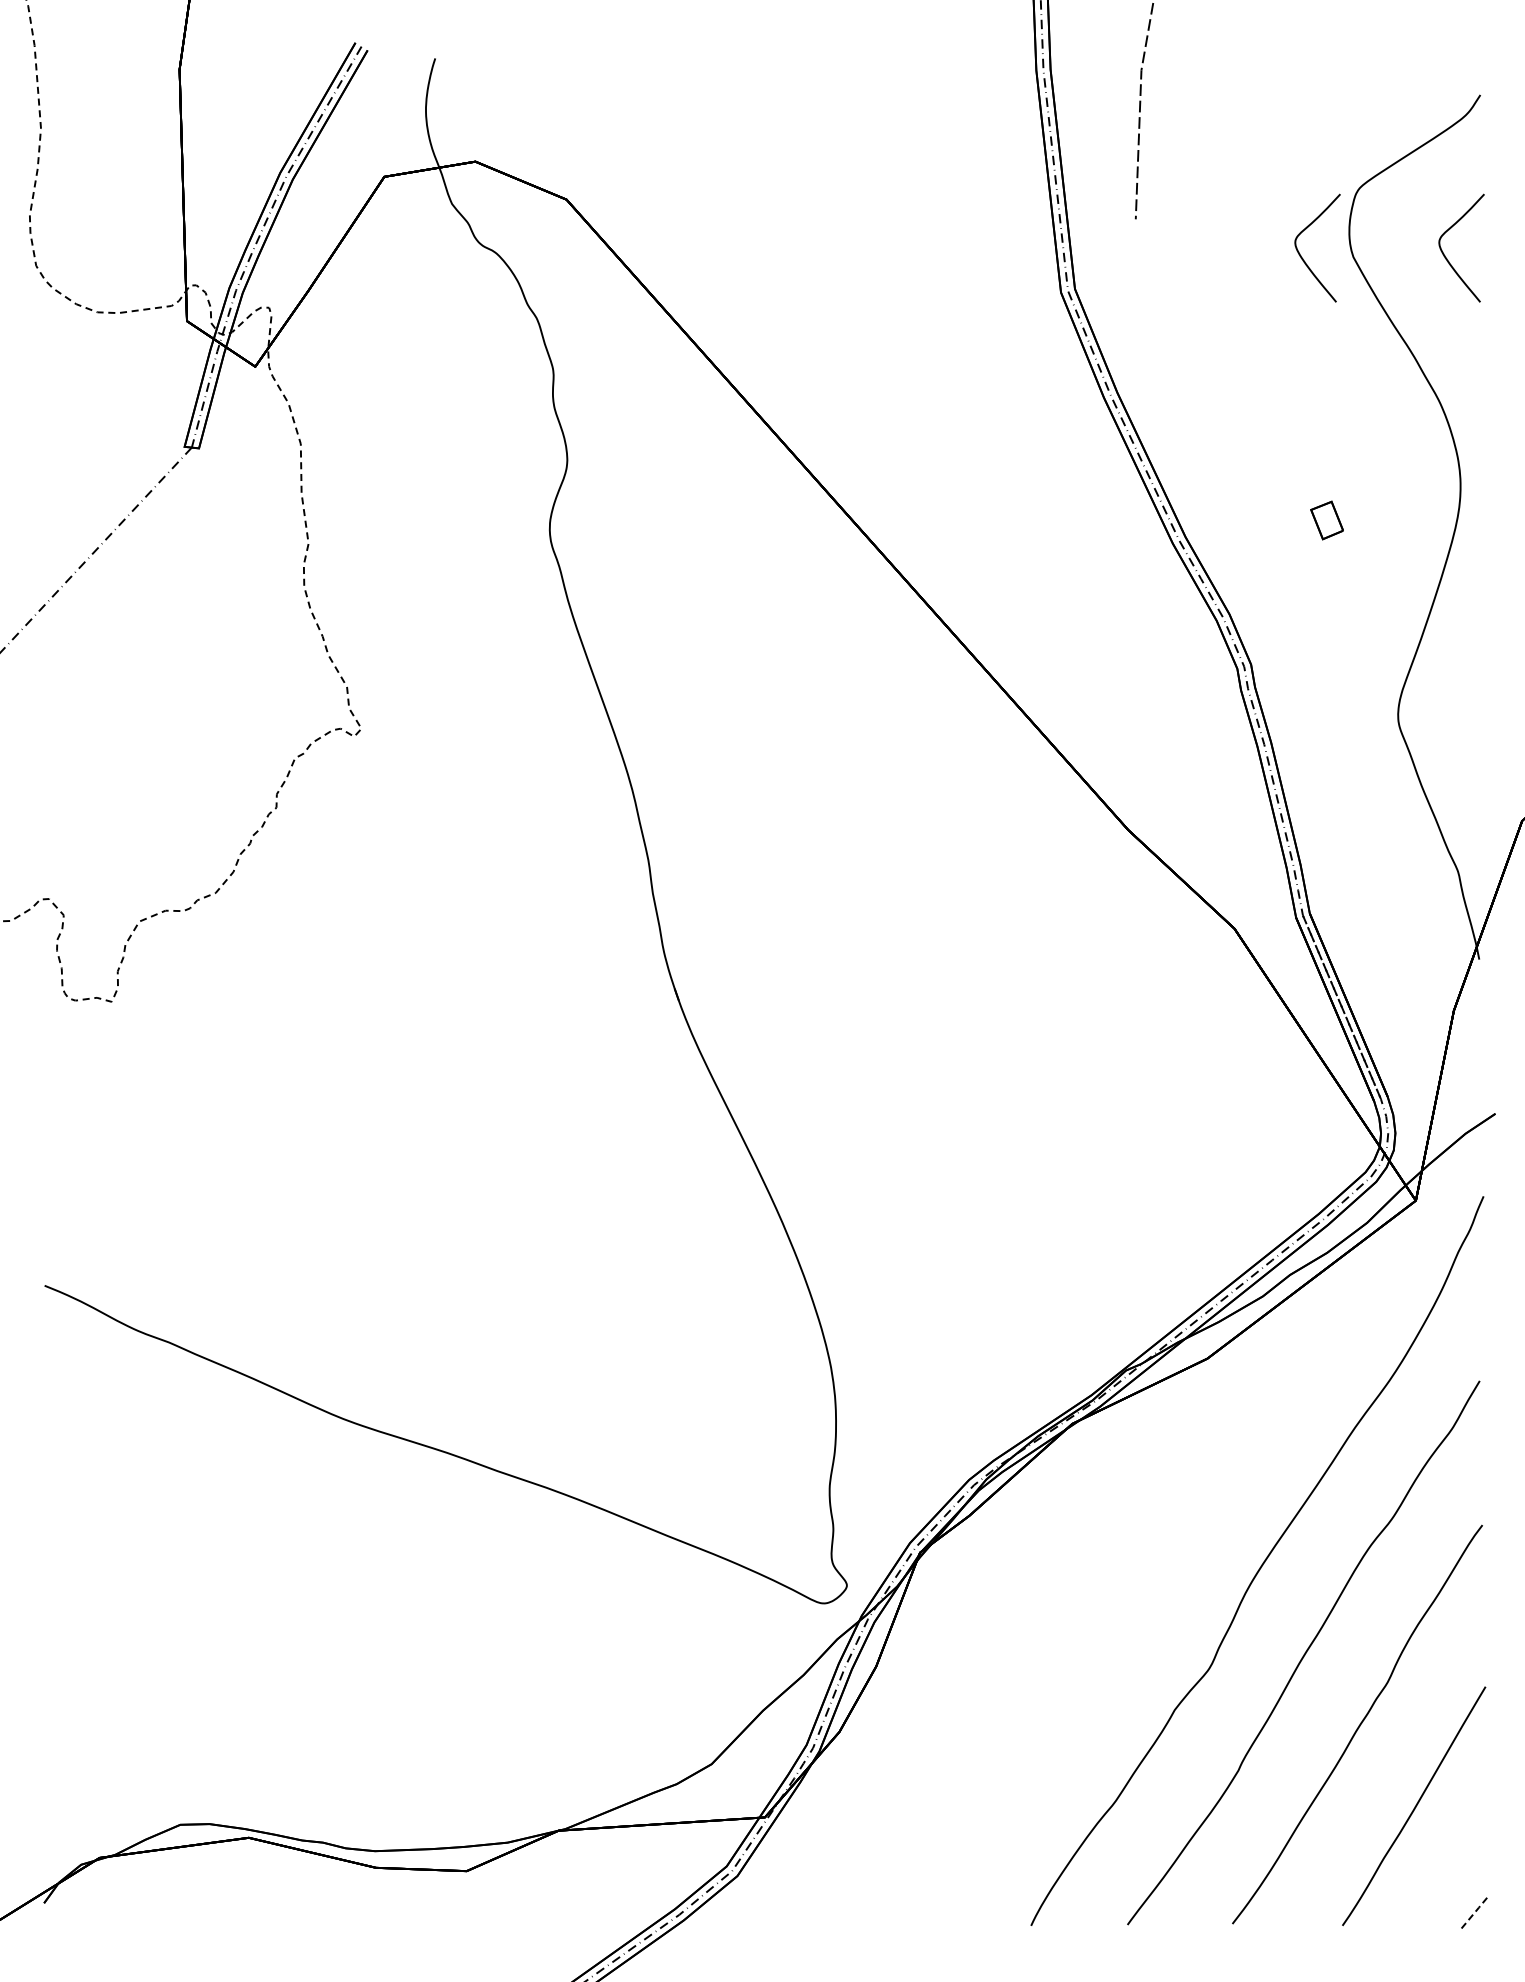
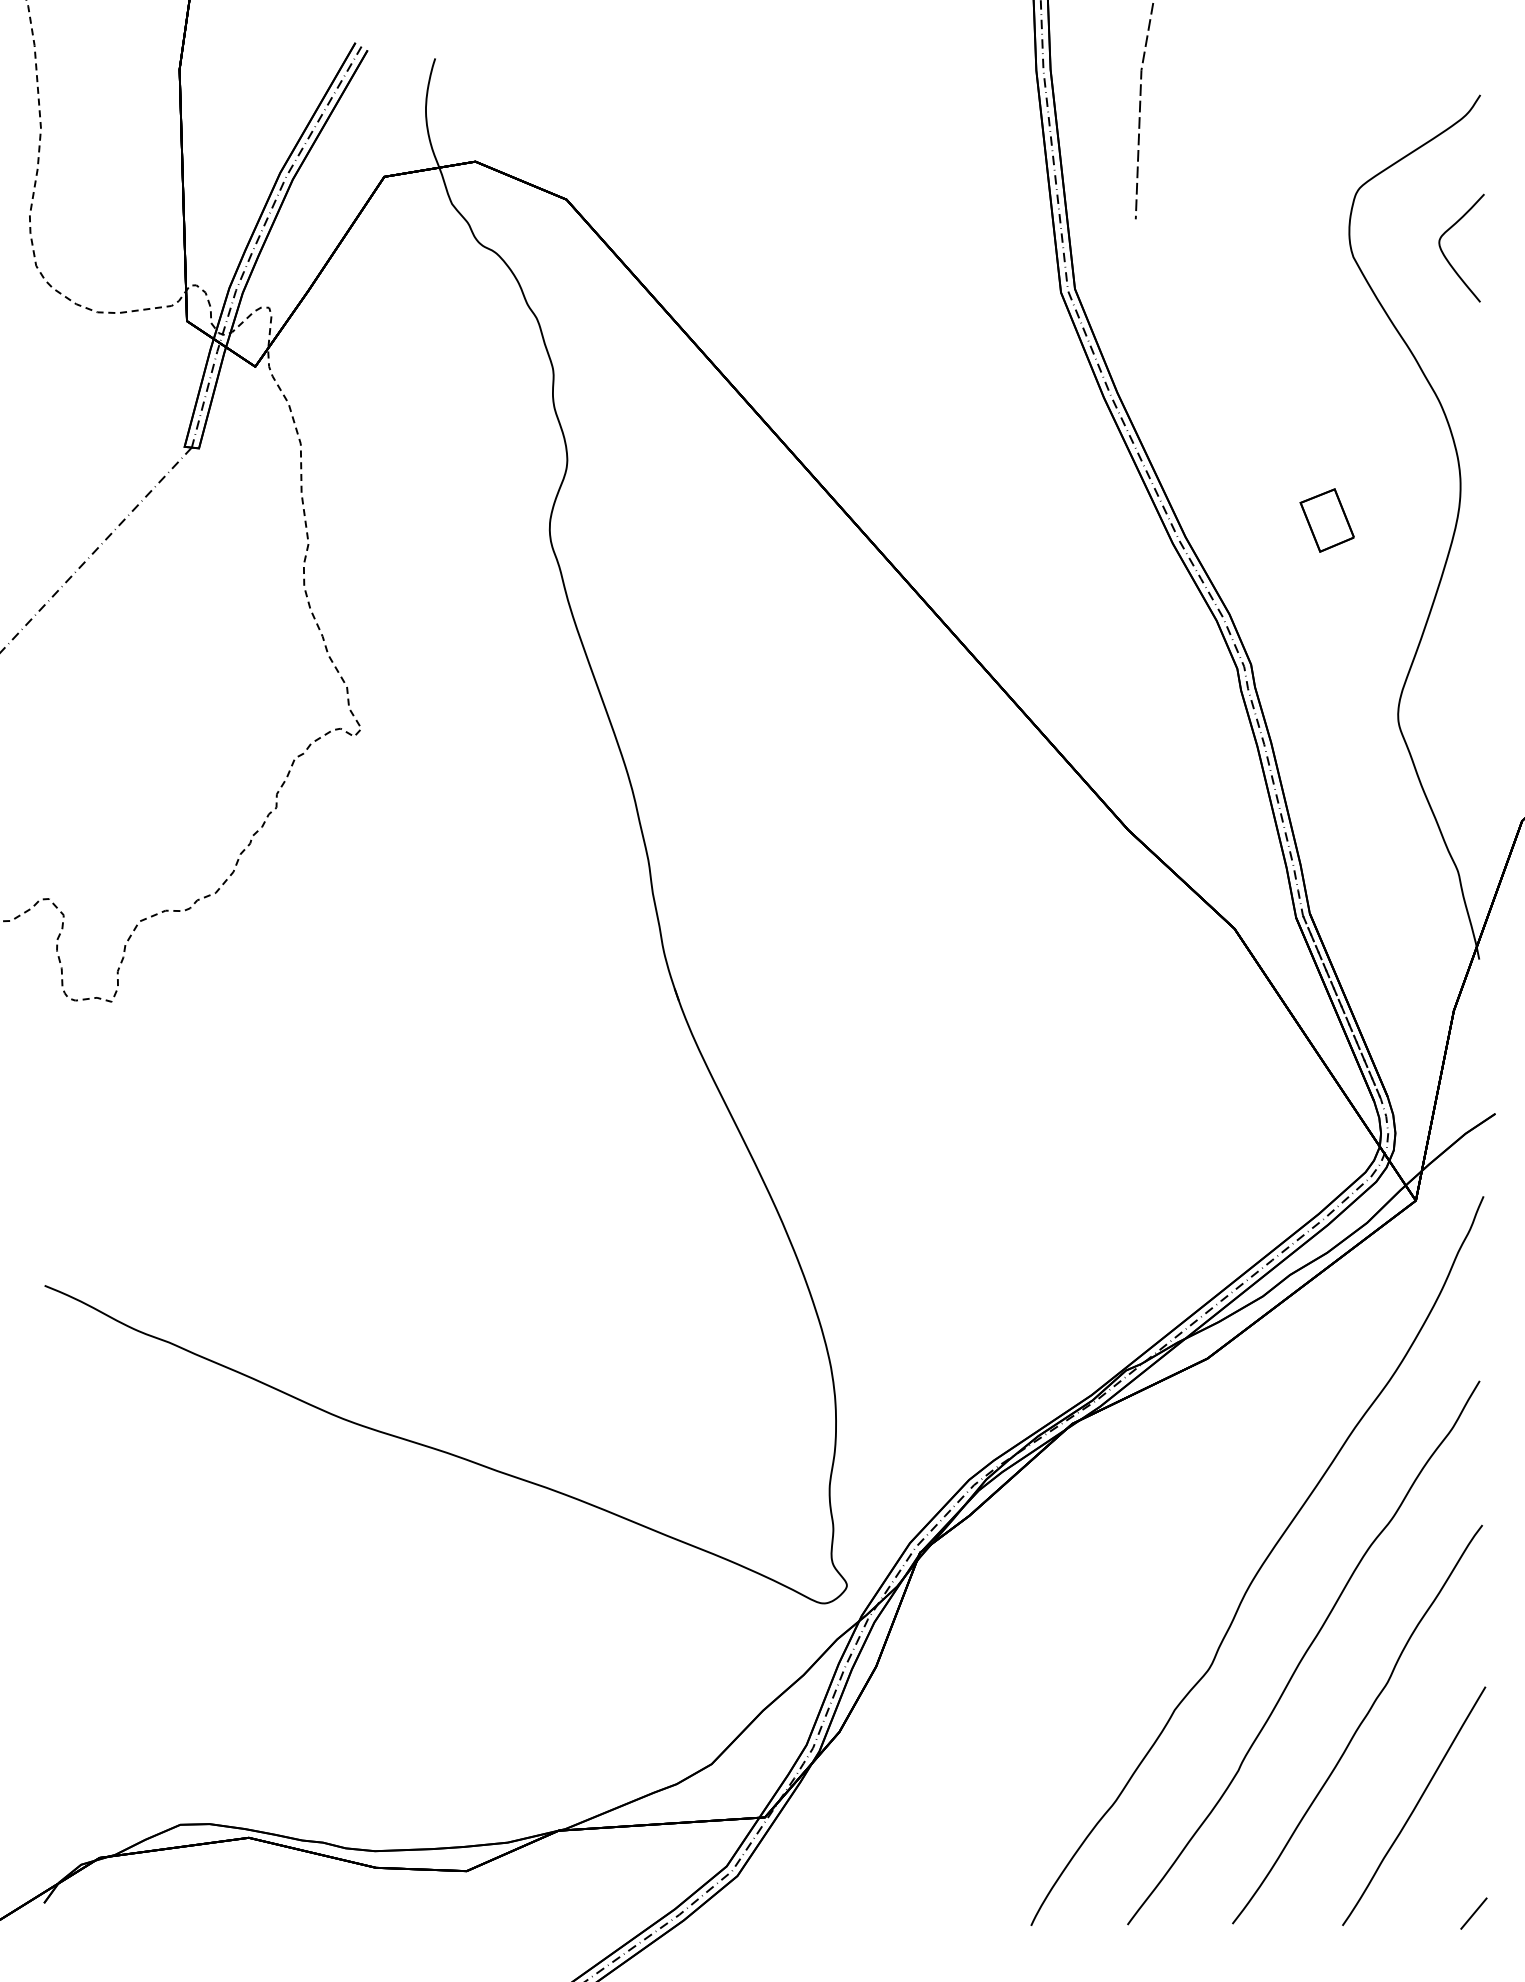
curve at (1303, 258): present -> none
part at (1326, 520) size: 34x41 px -> 56x65 px
line at (1473, 1913): dashed -> solid
